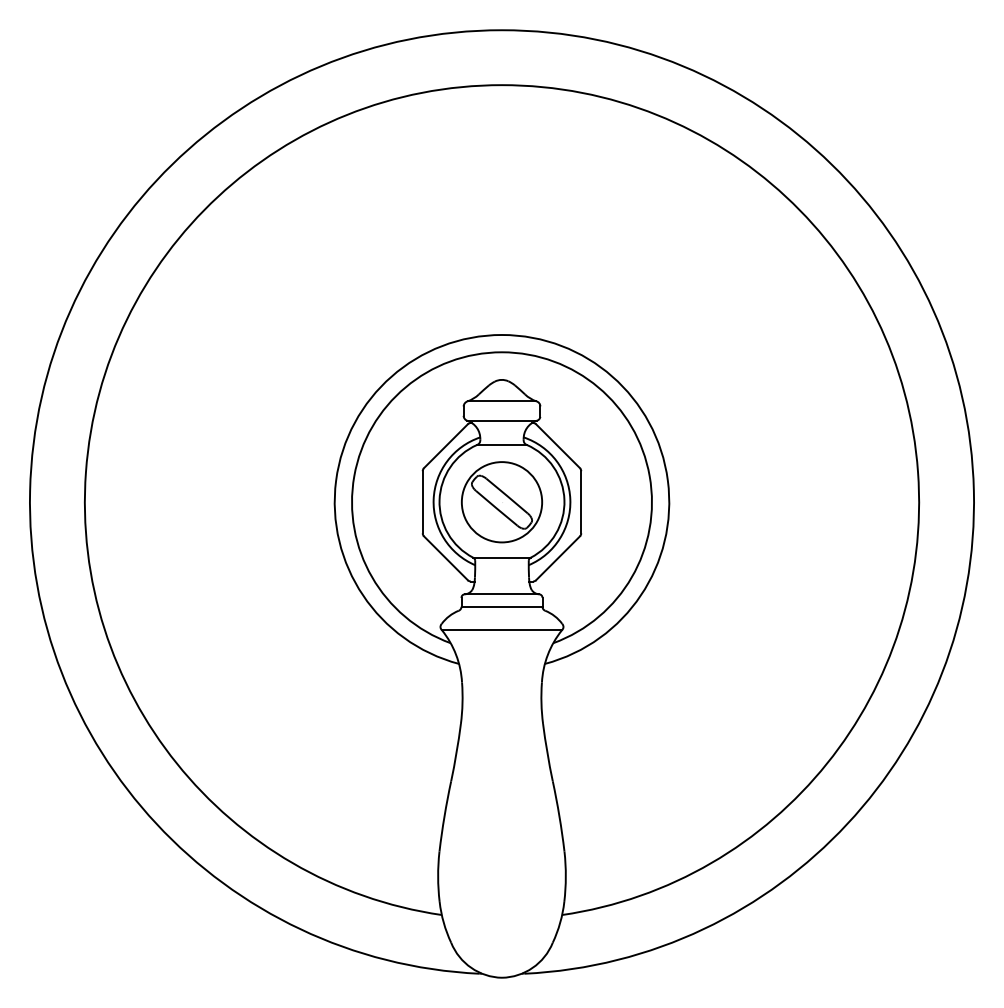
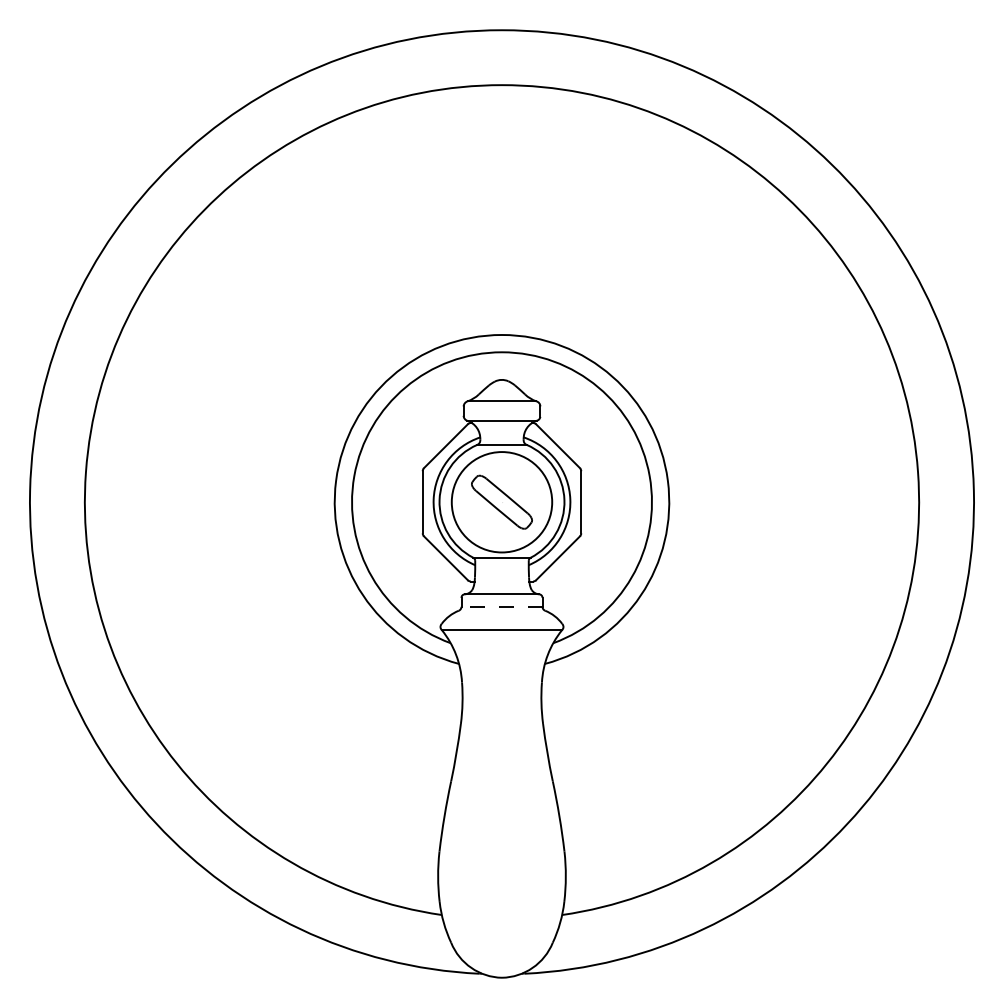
circle at (501, 502) diameter: 80 px -> 100 px
line at (502, 606): solid -> dashed
